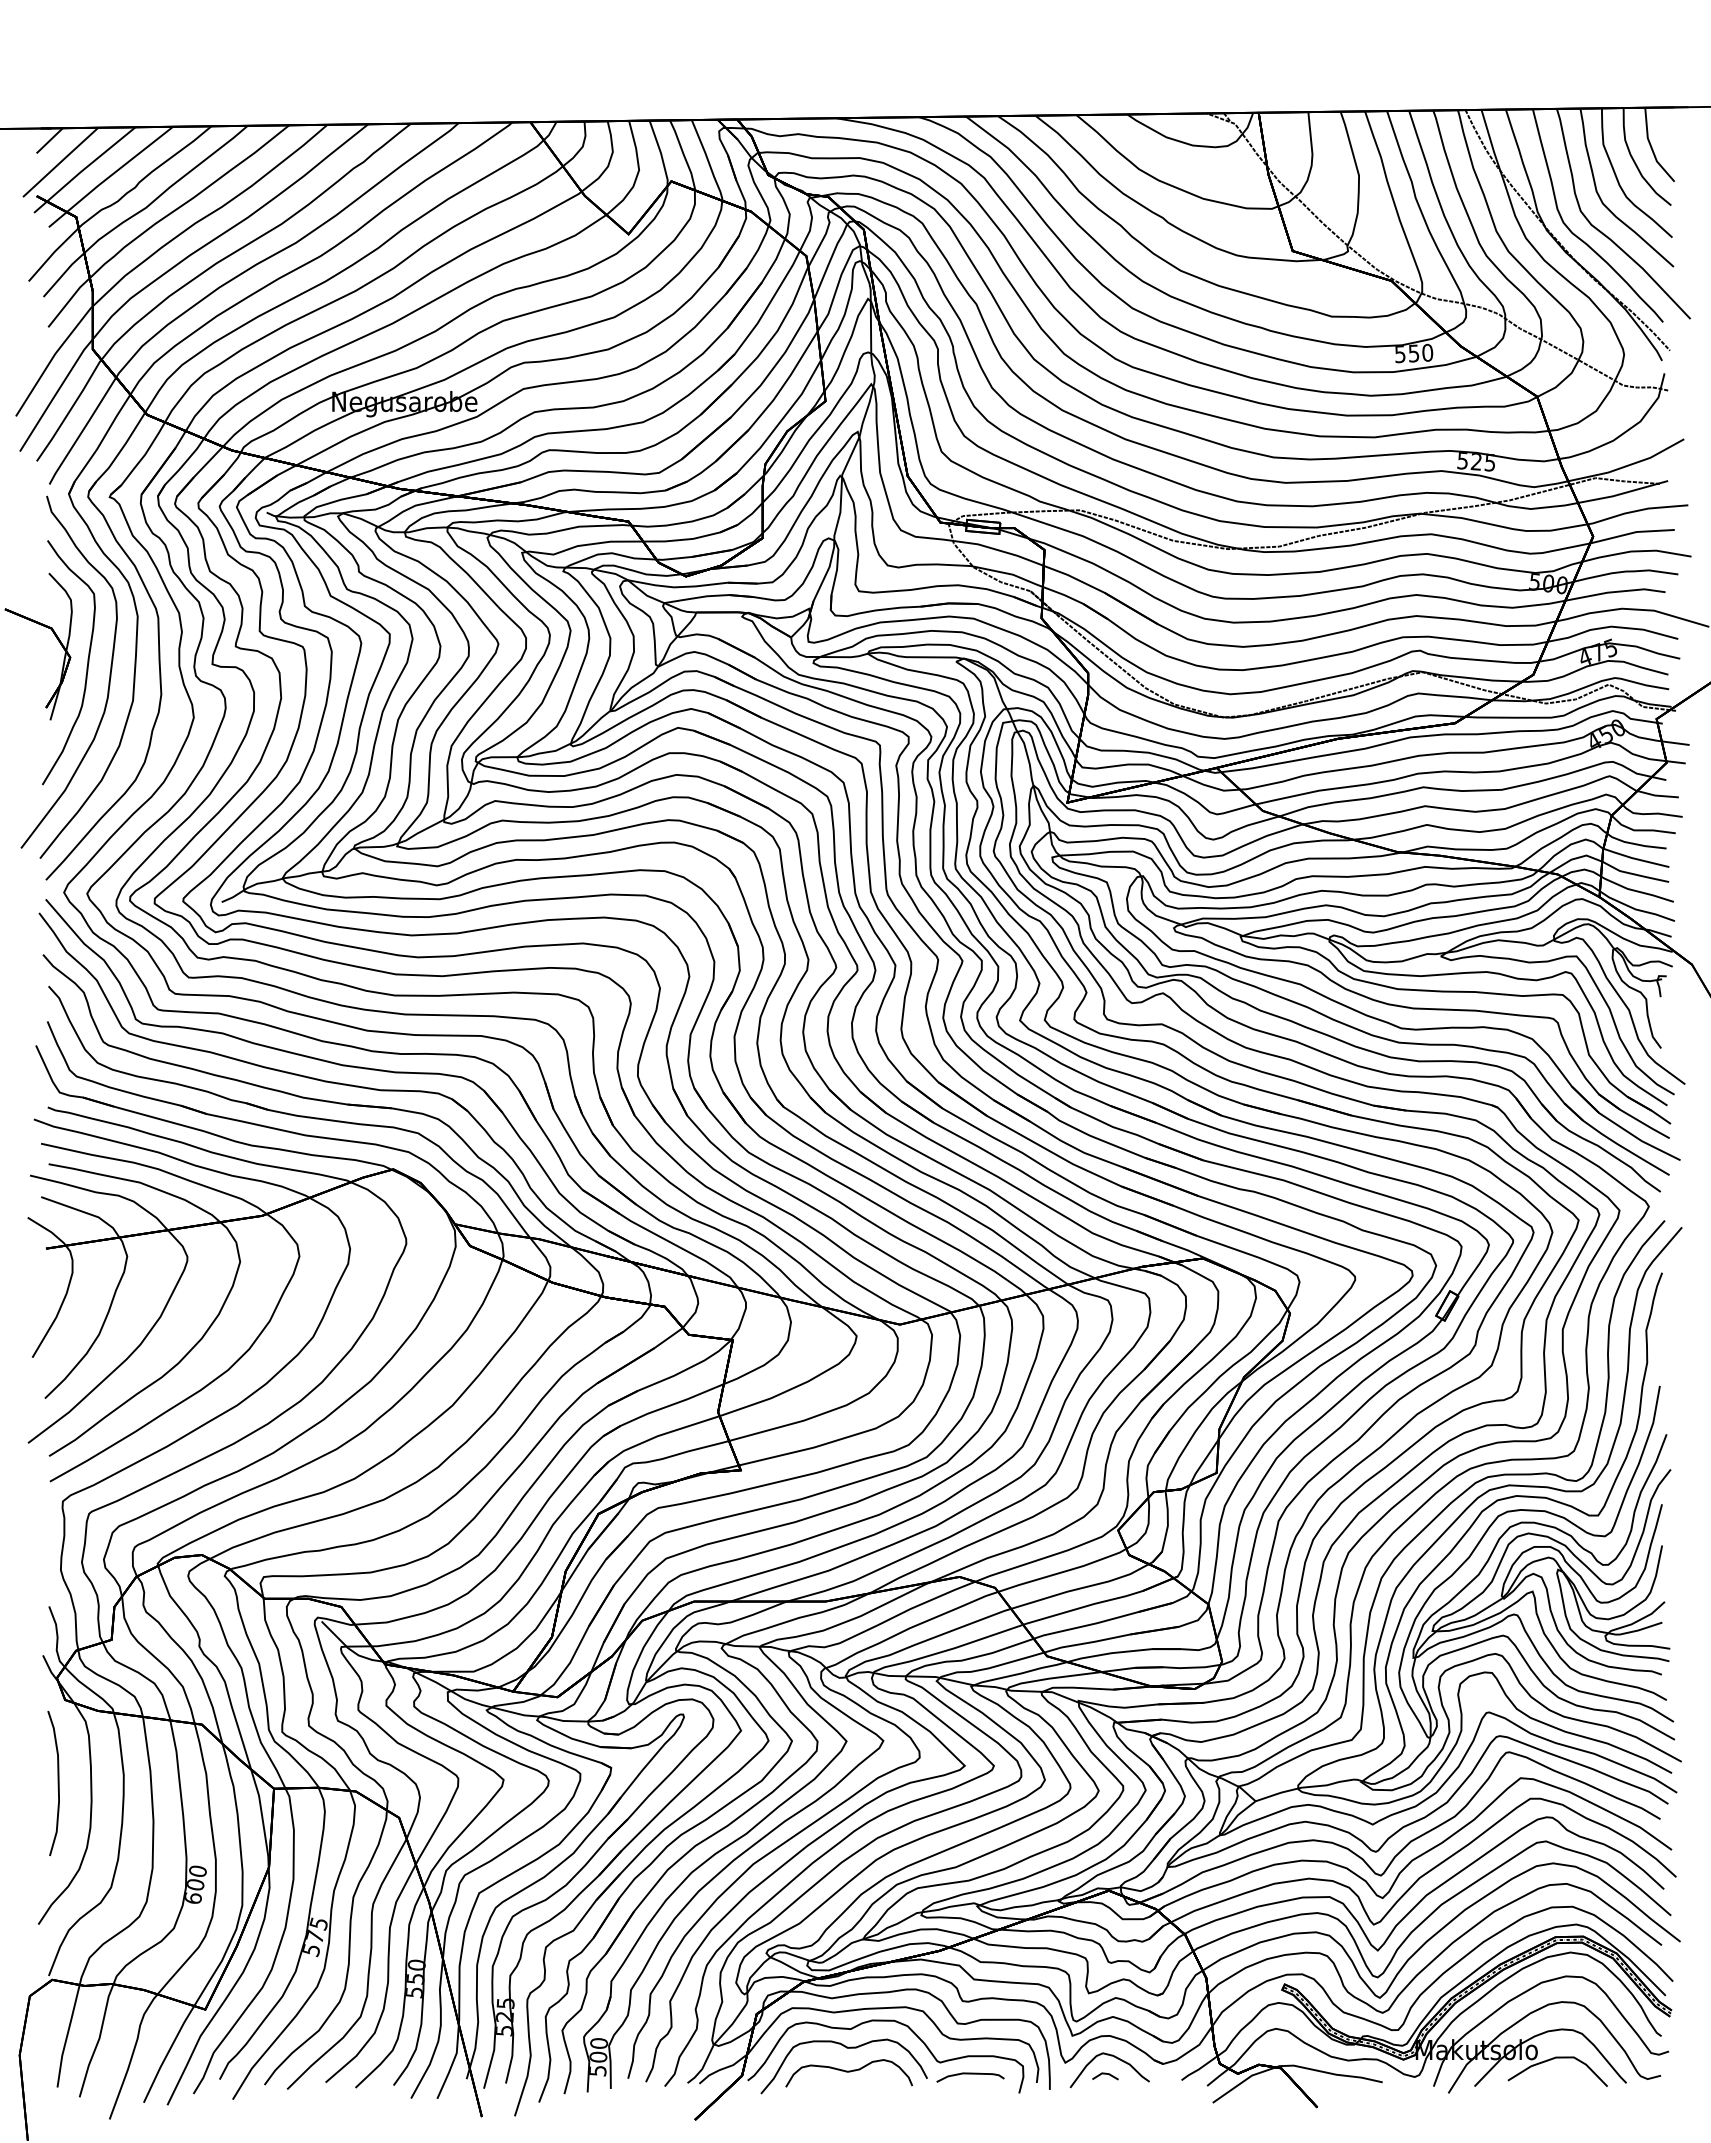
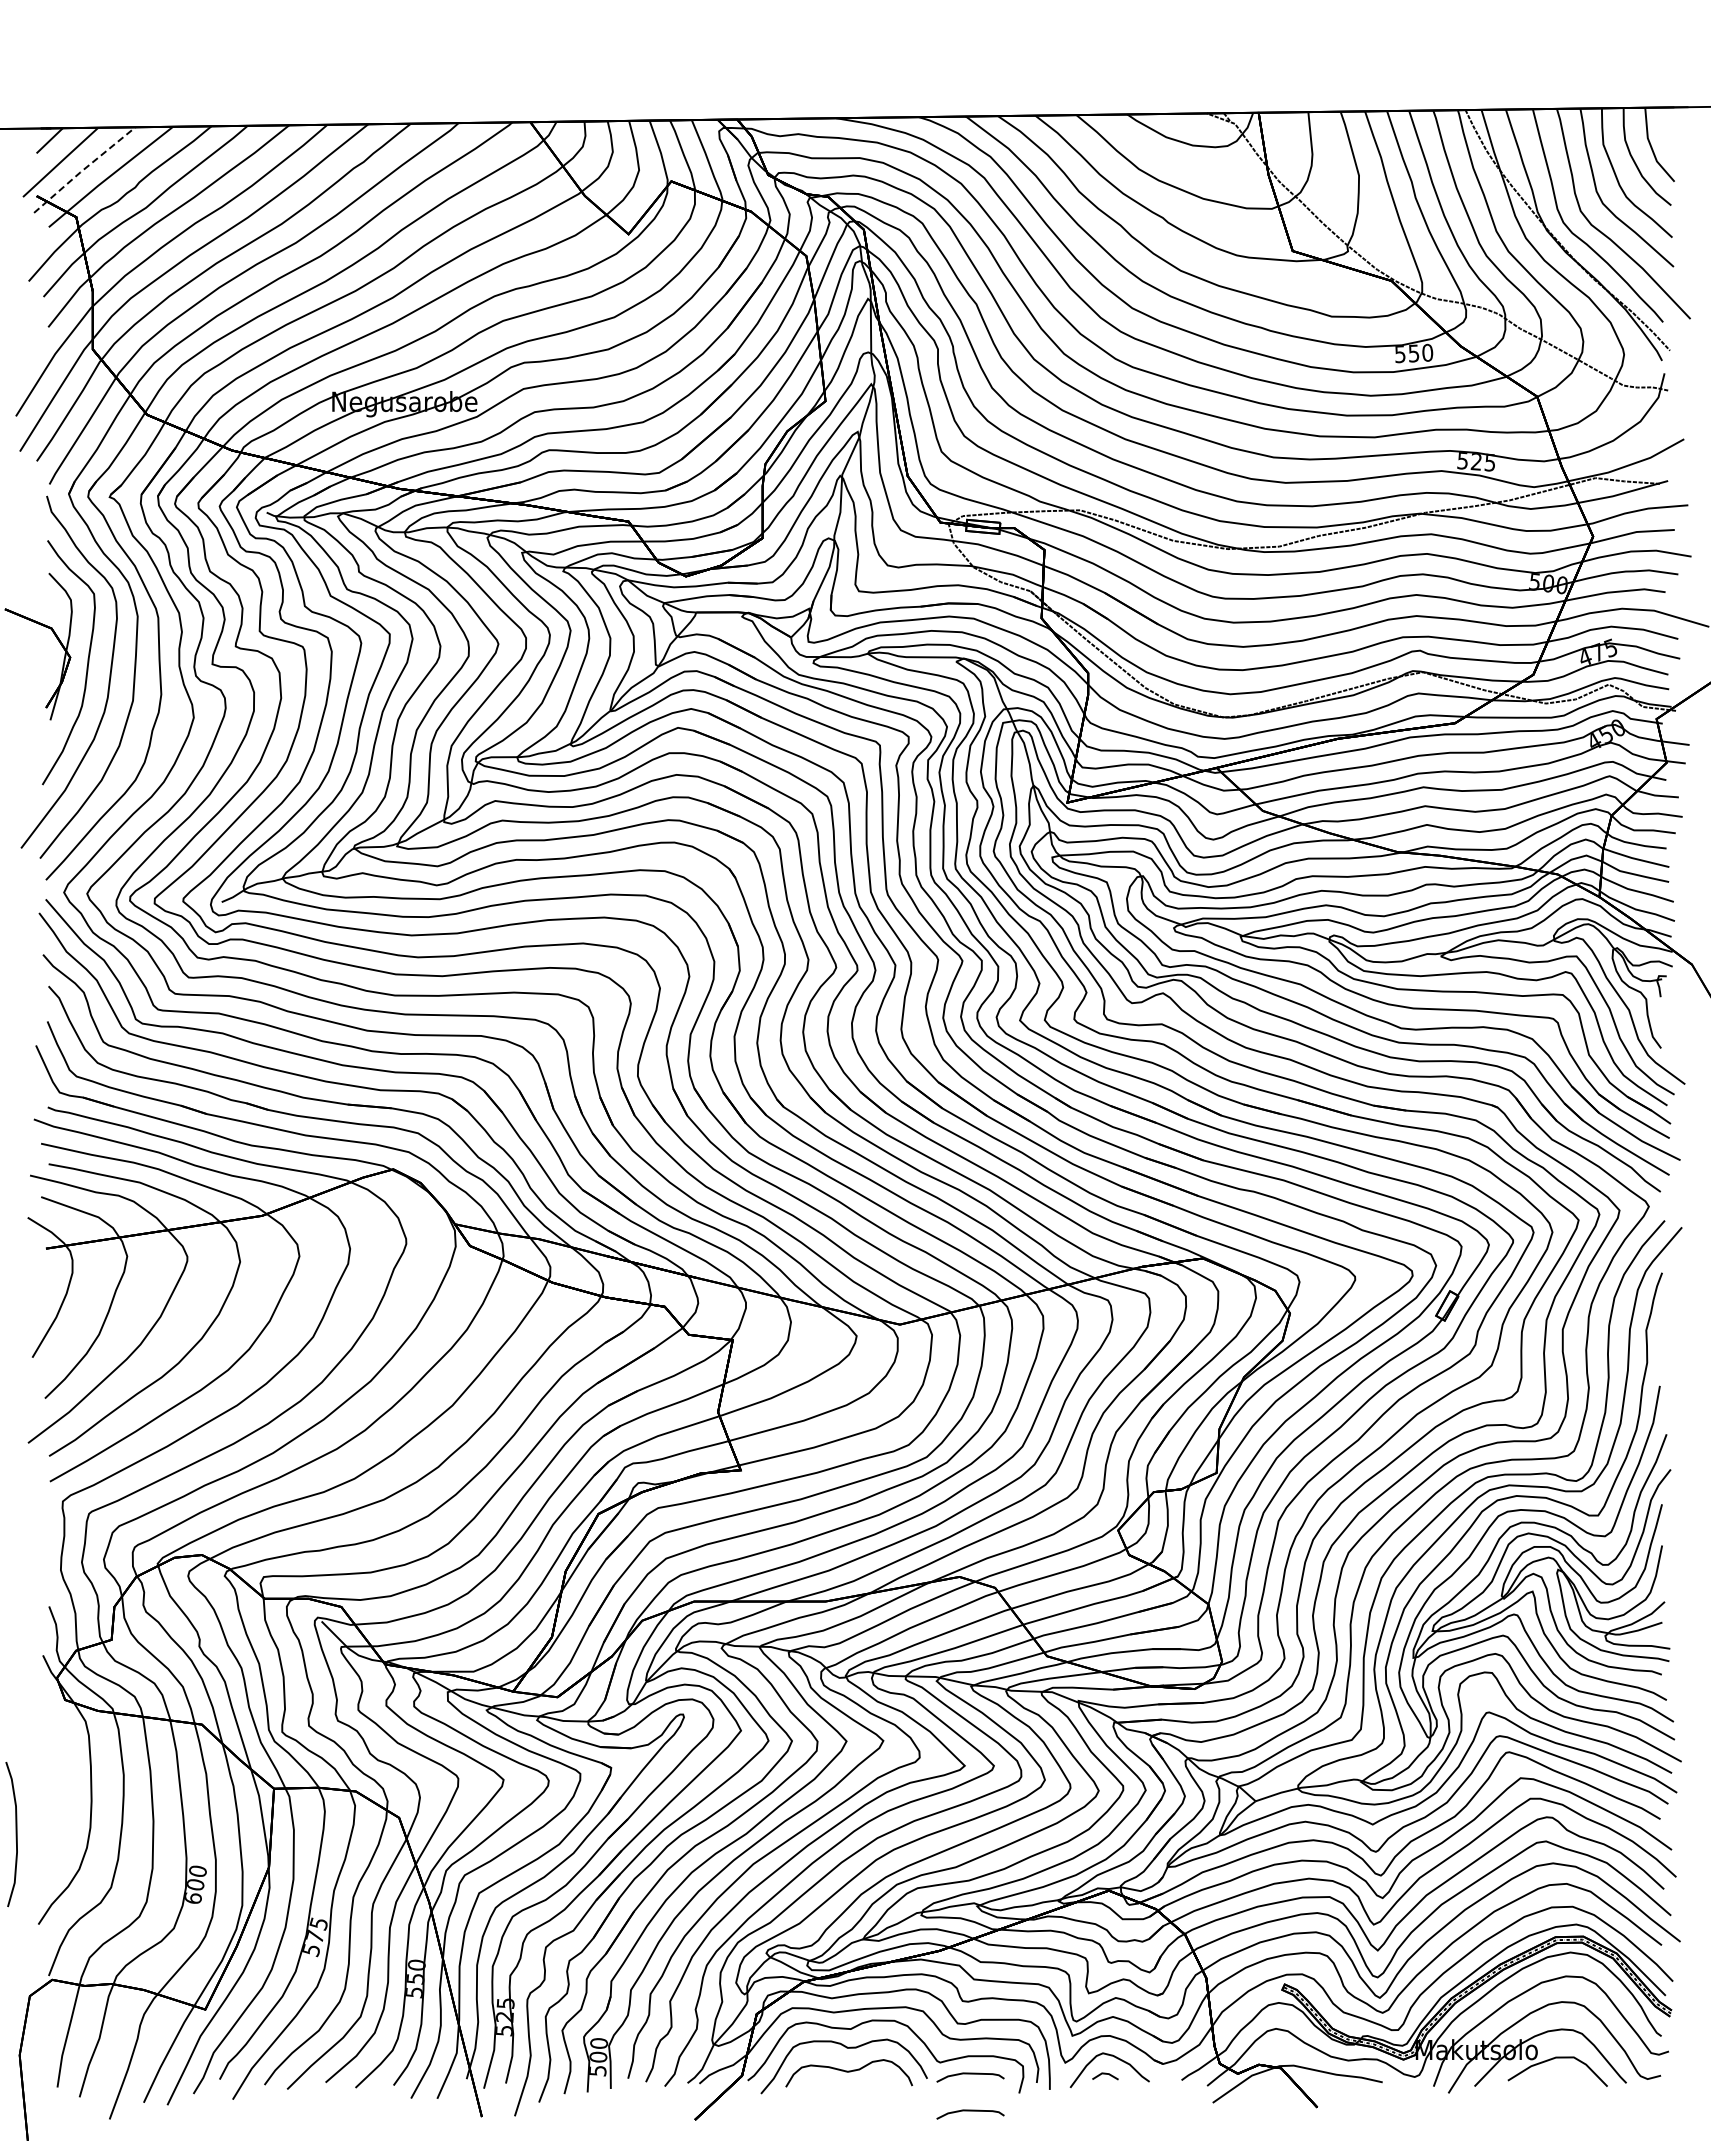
line at (84, 169): solid -> dashed
curve at (57, 1783) position: (57, 1783) -> (15, 1834)
curve at (970, 2111): none -> present
